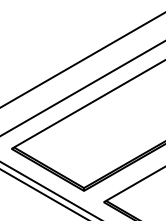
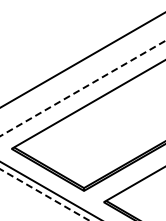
line at (83, 88): solid -> dashed
line at (44, 194): solid -> dashed
